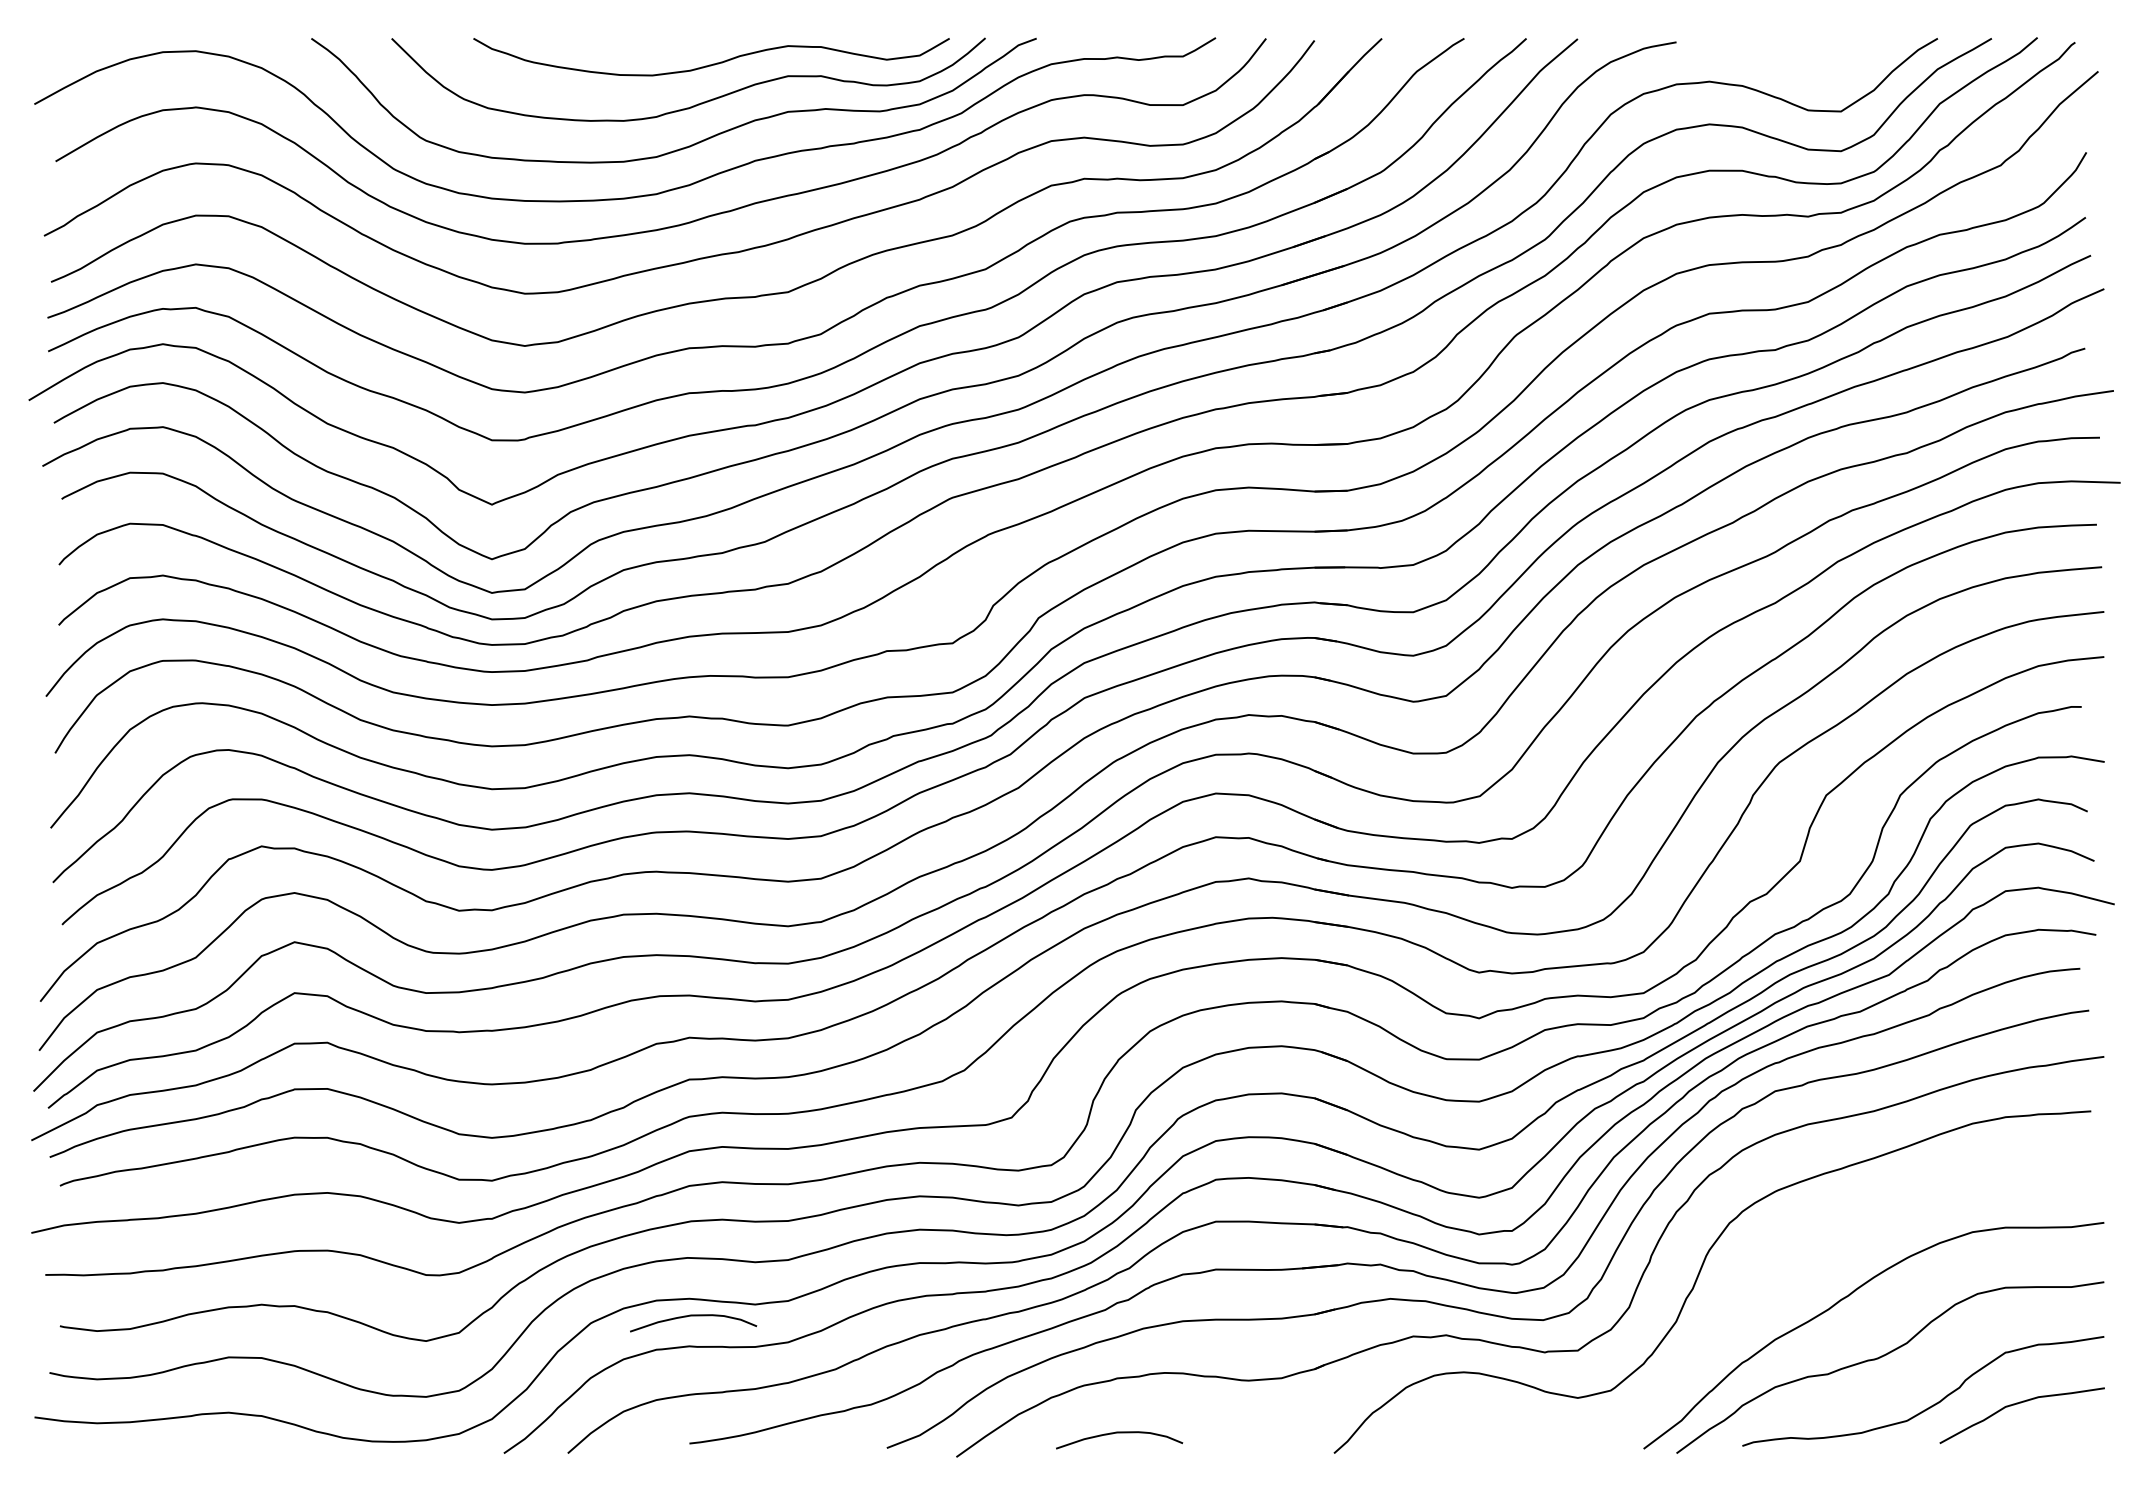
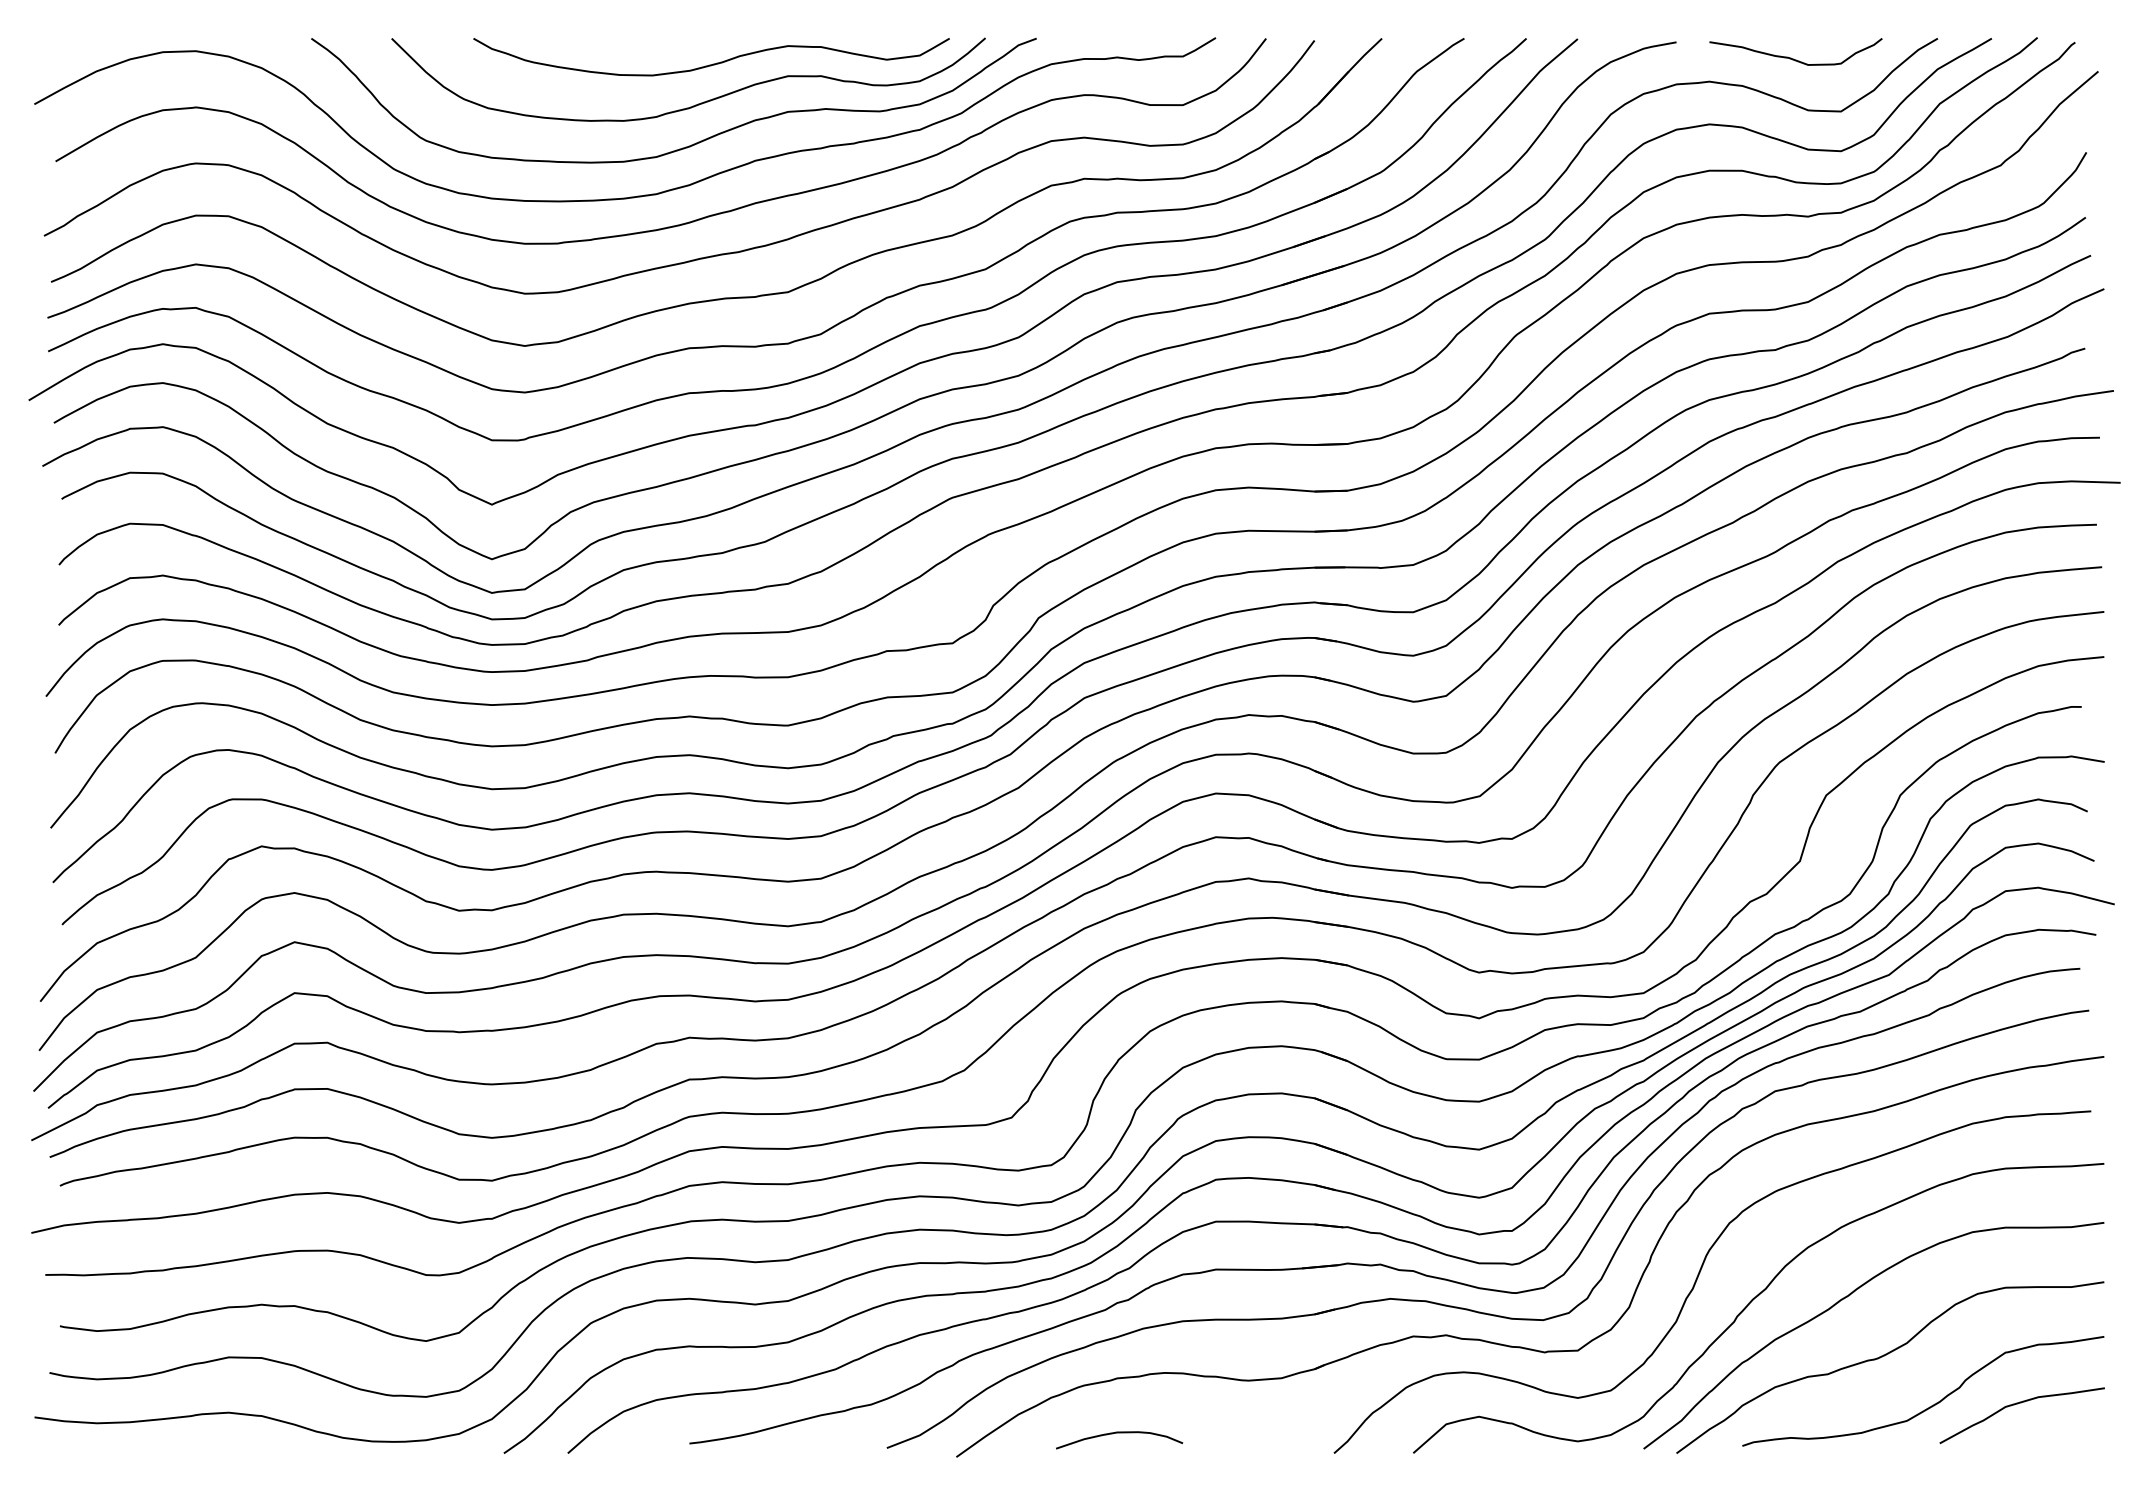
curve at (1791, 57): none -> present
curve at (1752, 1301): none -> present
curve at (693, 1316): present -> none
